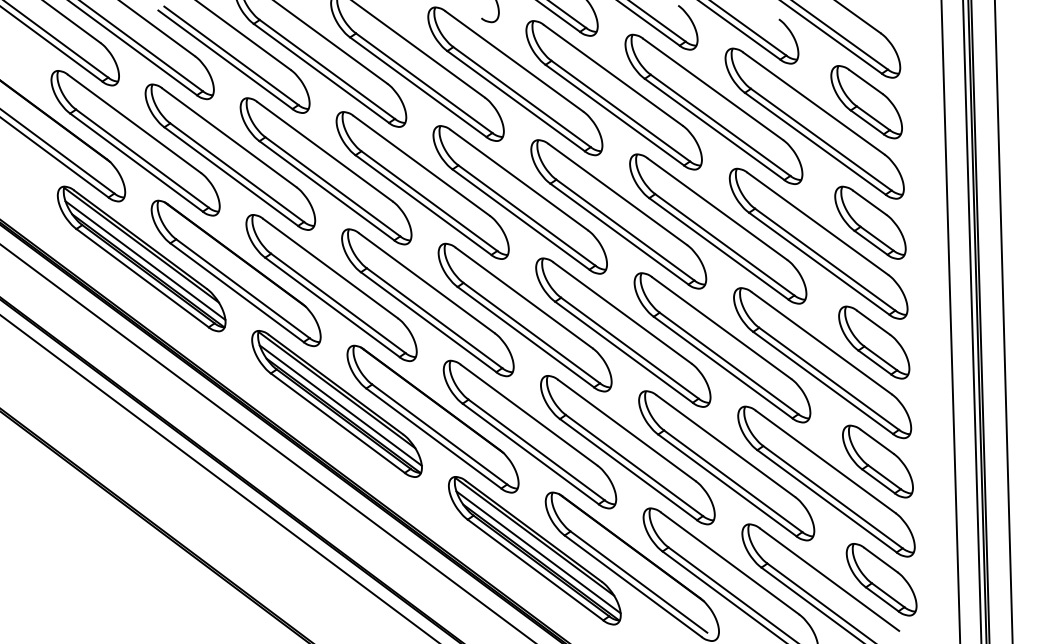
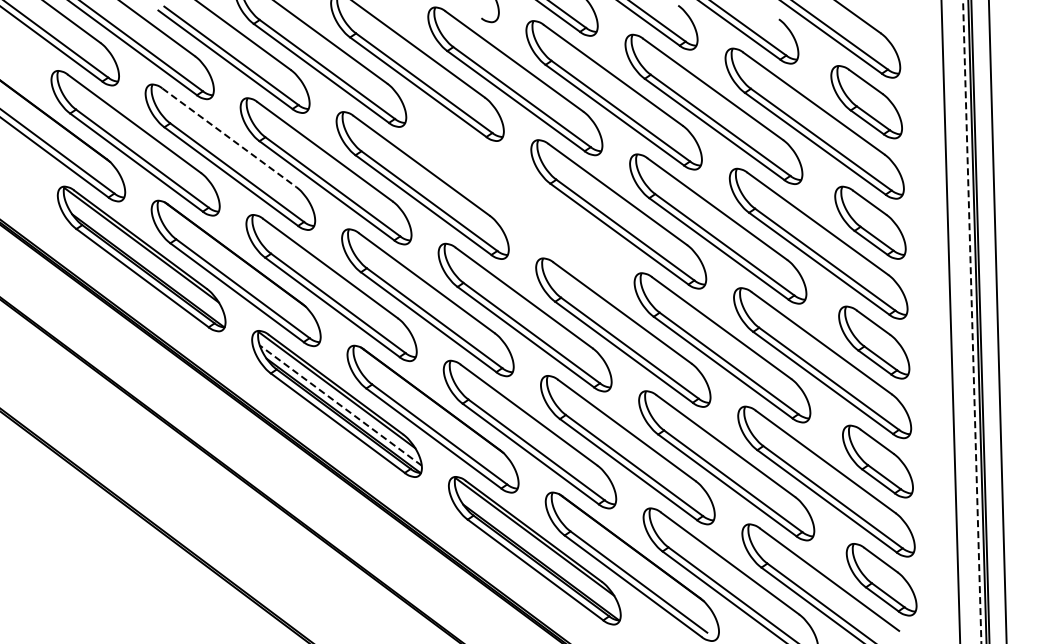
line at (229, 138): solid -> dashed
part at (519, 199): present -> none
line at (145, 260): present -> none
line at (972, 321): solid -> dashed
line at (1003, 321) position: (1003, 321) -> (997, 321)
line at (340, 405): solid -> dashed
line at (267, 442): present -> none
line at (219, 478): present -> none
line at (538, 552): present -> none
